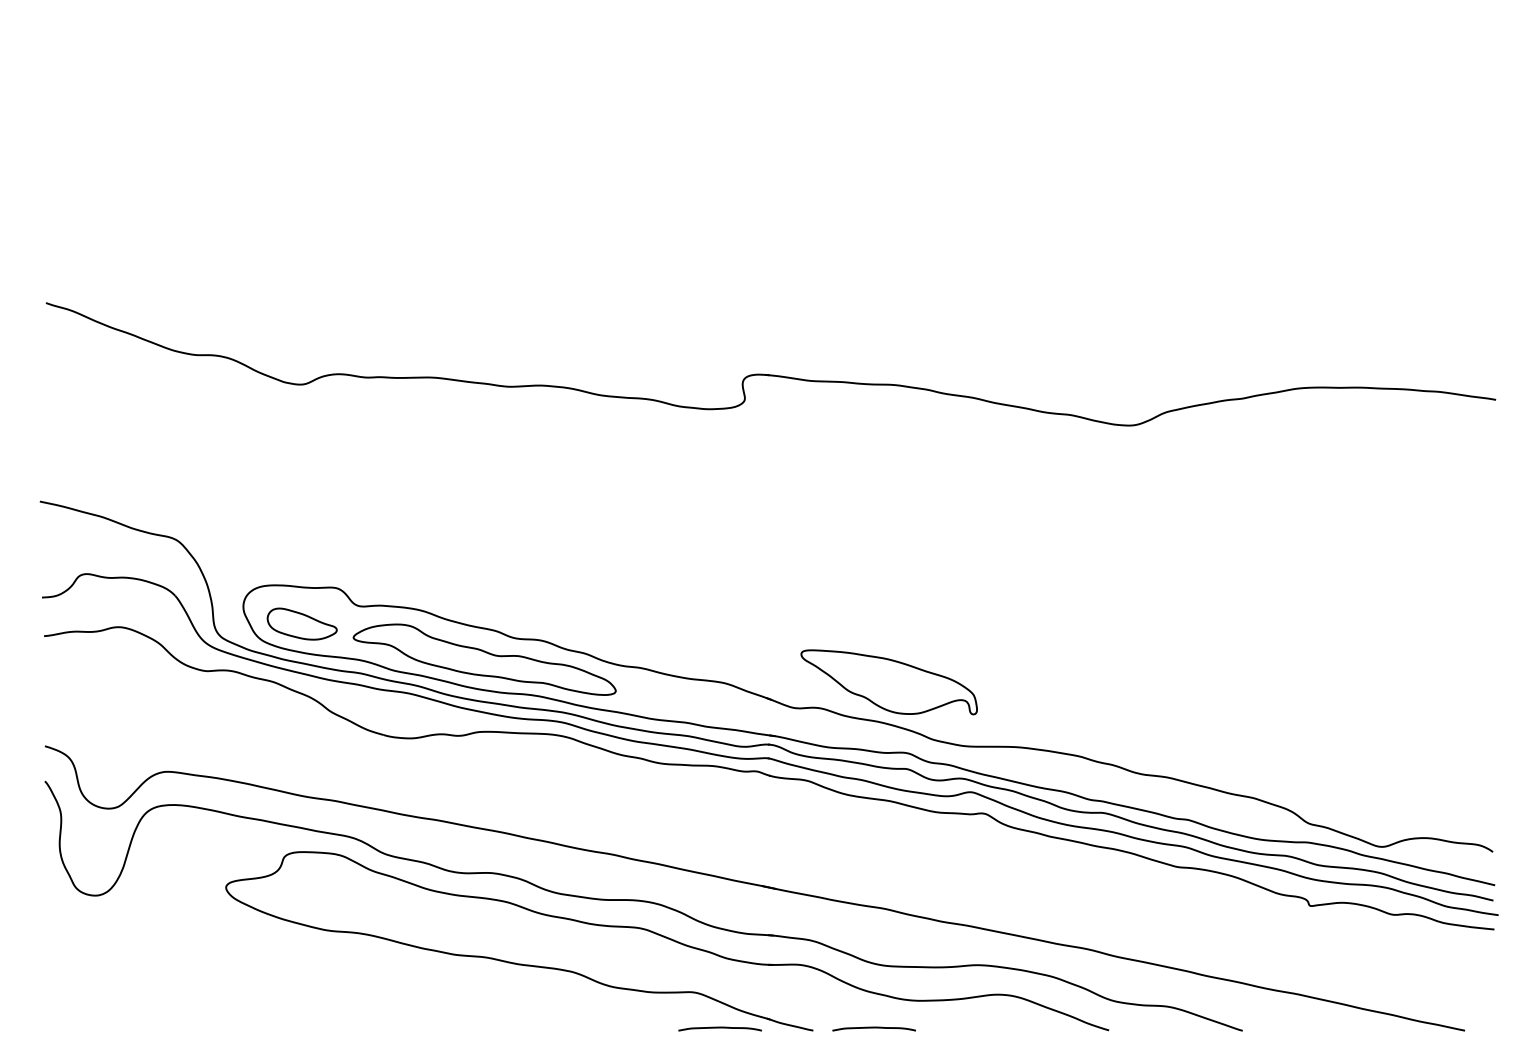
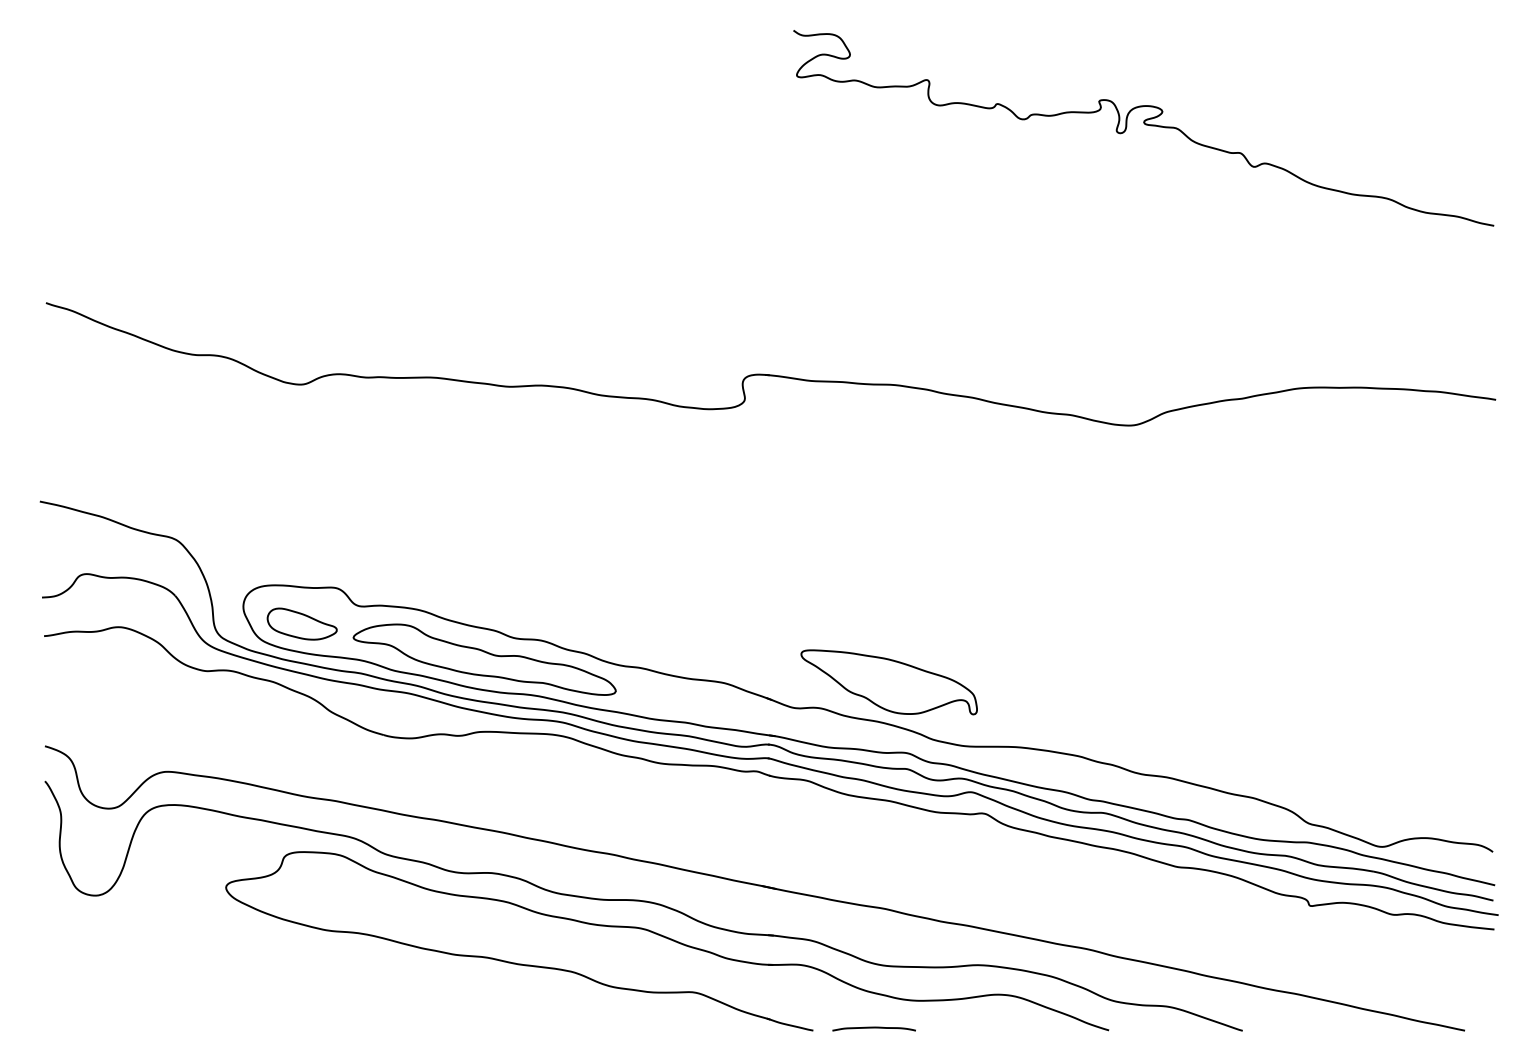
curve at (1145, 125): none -> present
curve at (719, 1028): present -> none
